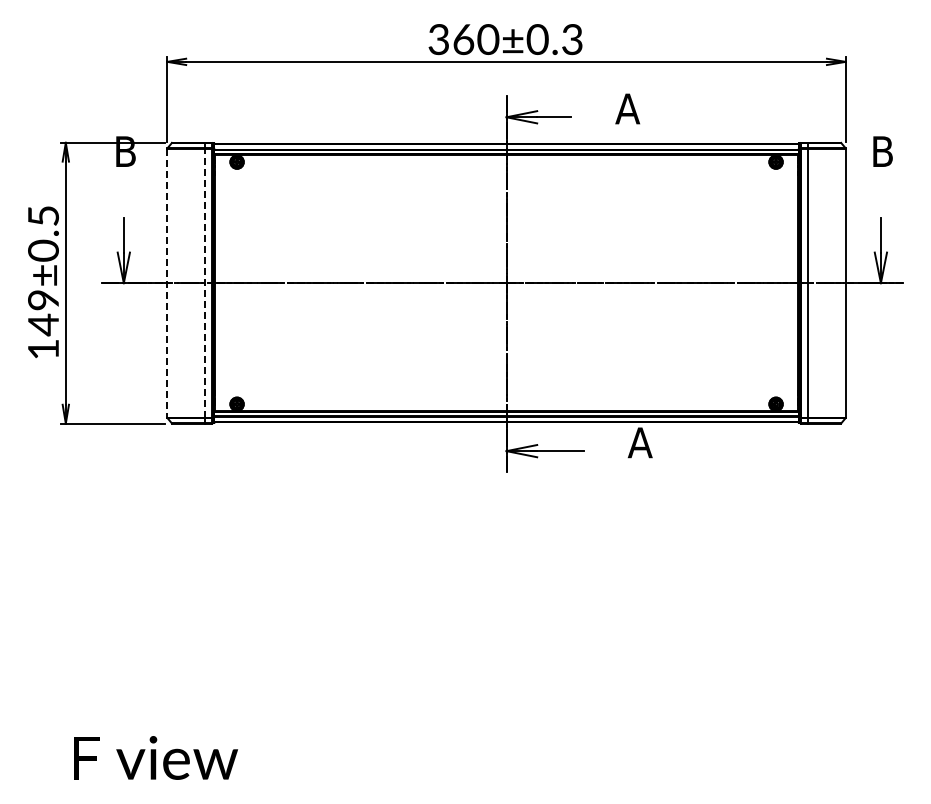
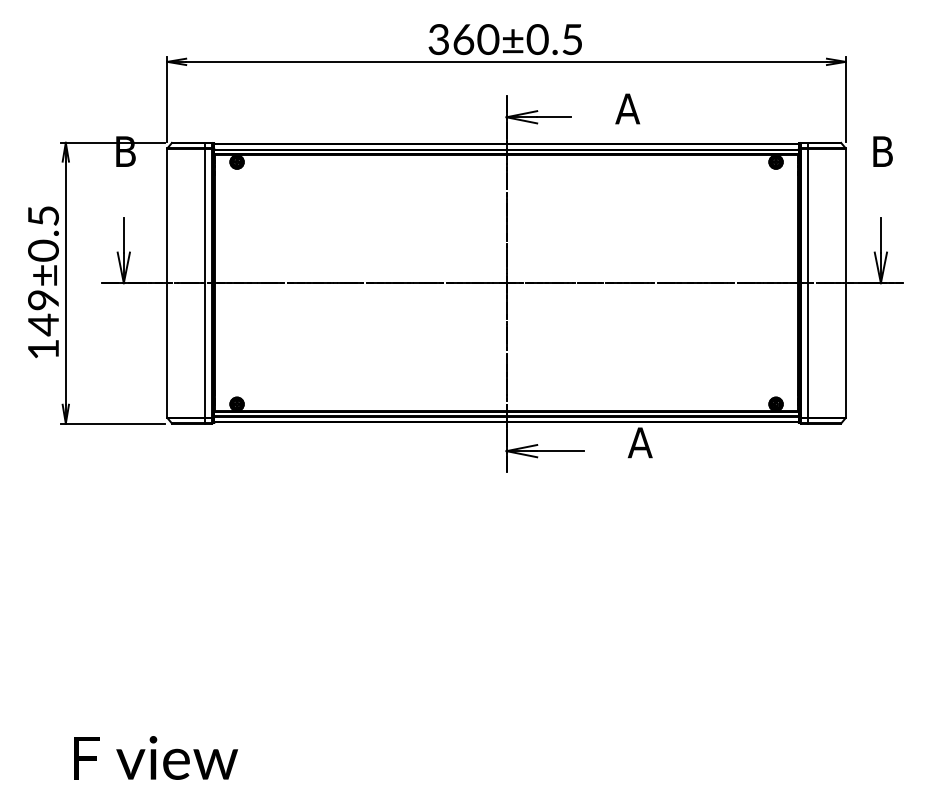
text at (572, 39): 360±0.3 -> 360±0.5
line at (167, 283): dashed -> solid
line at (205, 283): dashed -> solid
